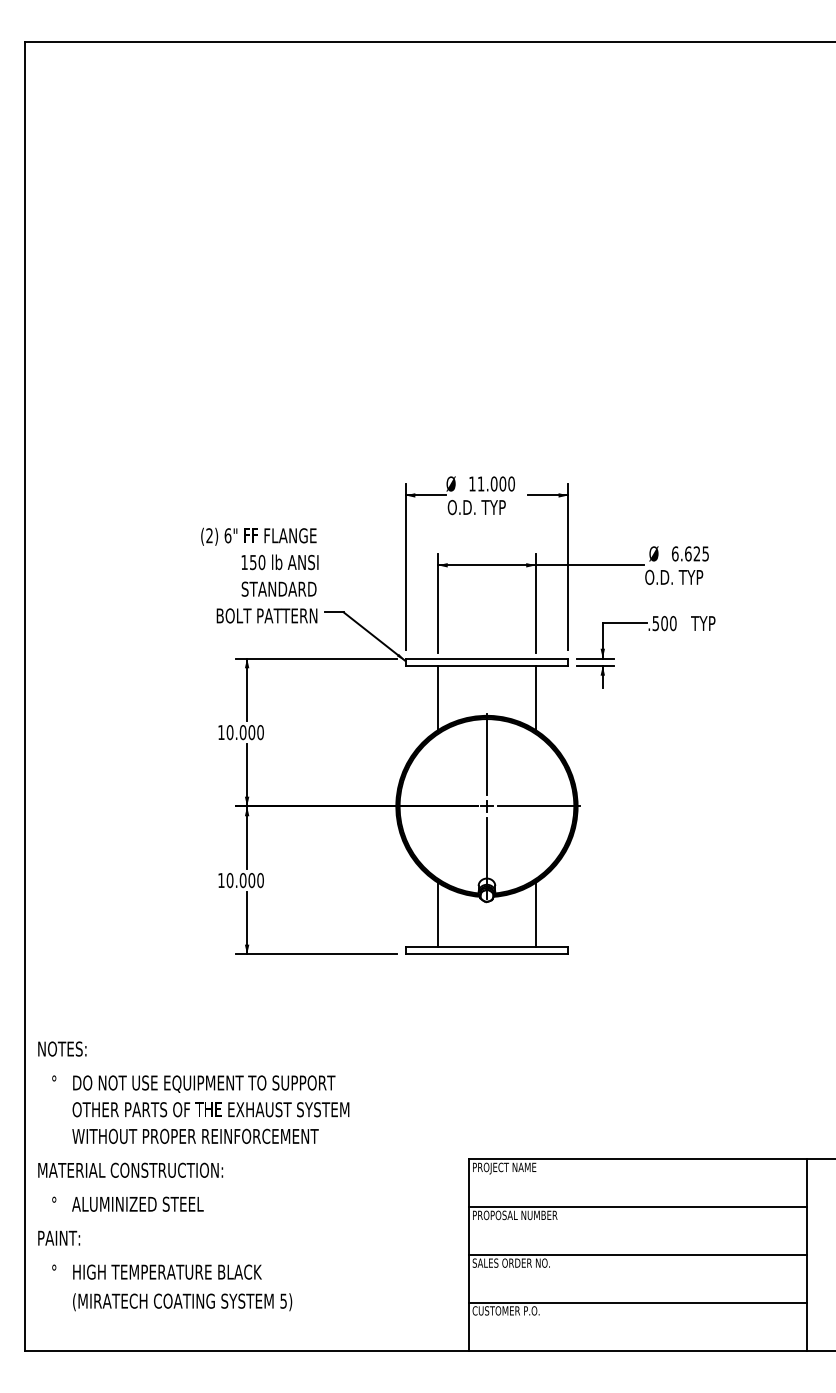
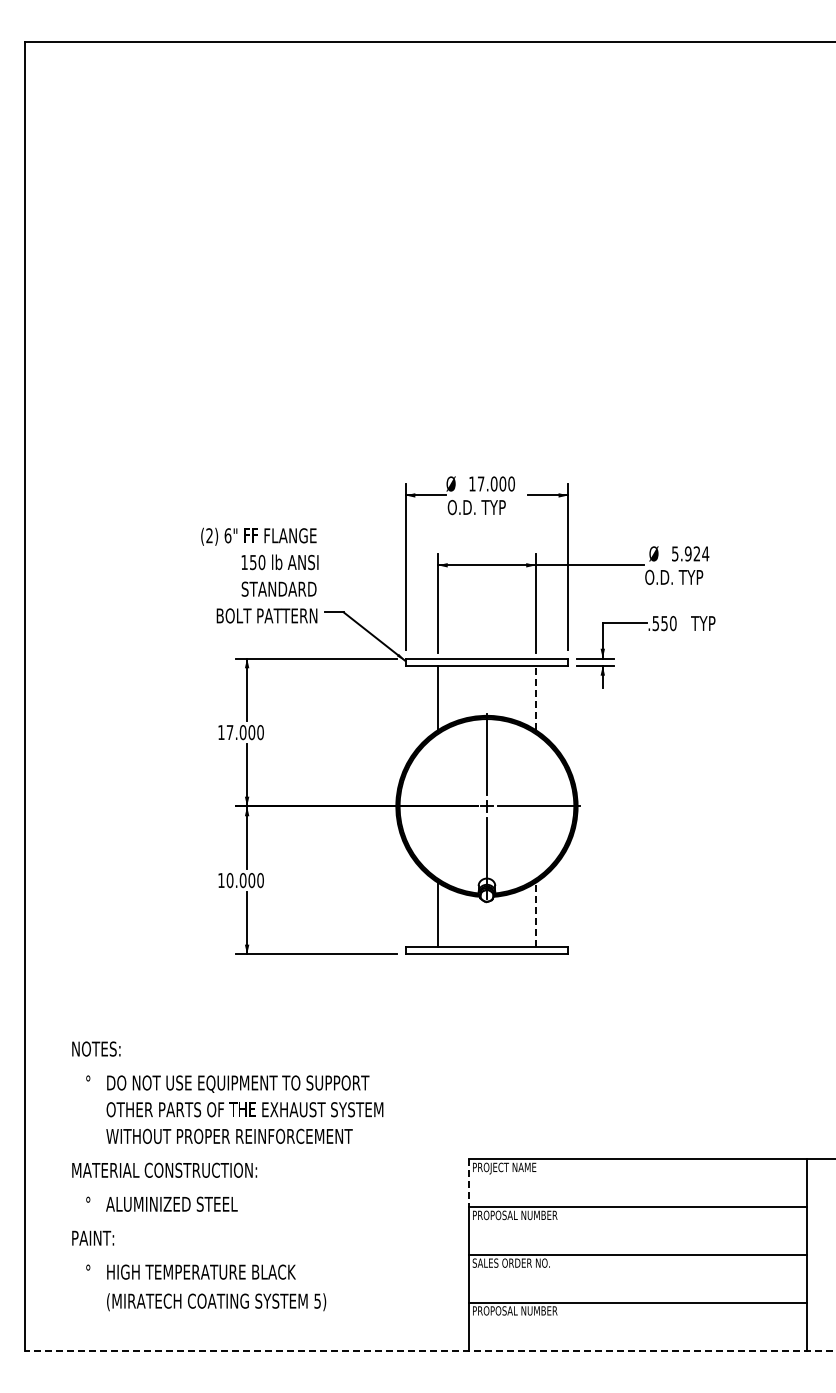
text at (481, 483): 11.000 -> 17.000
text at (690, 553): 6.625 -> 5.924
text at (664, 623): .500 -> .550
line at (535, 697): solid -> dashed
text at (229, 732): 10.000 -> 17.000
line at (535, 914): solid -> dashed
text at (193, 1176) position: (193, 1176) -> (227, 1176)
line at (469, 1183): solid -> dashed
text at (514, 1310): CUSTOMER P.O. -> PROPOSAL NUMBER
line at (430, 1351): solid -> dashed
